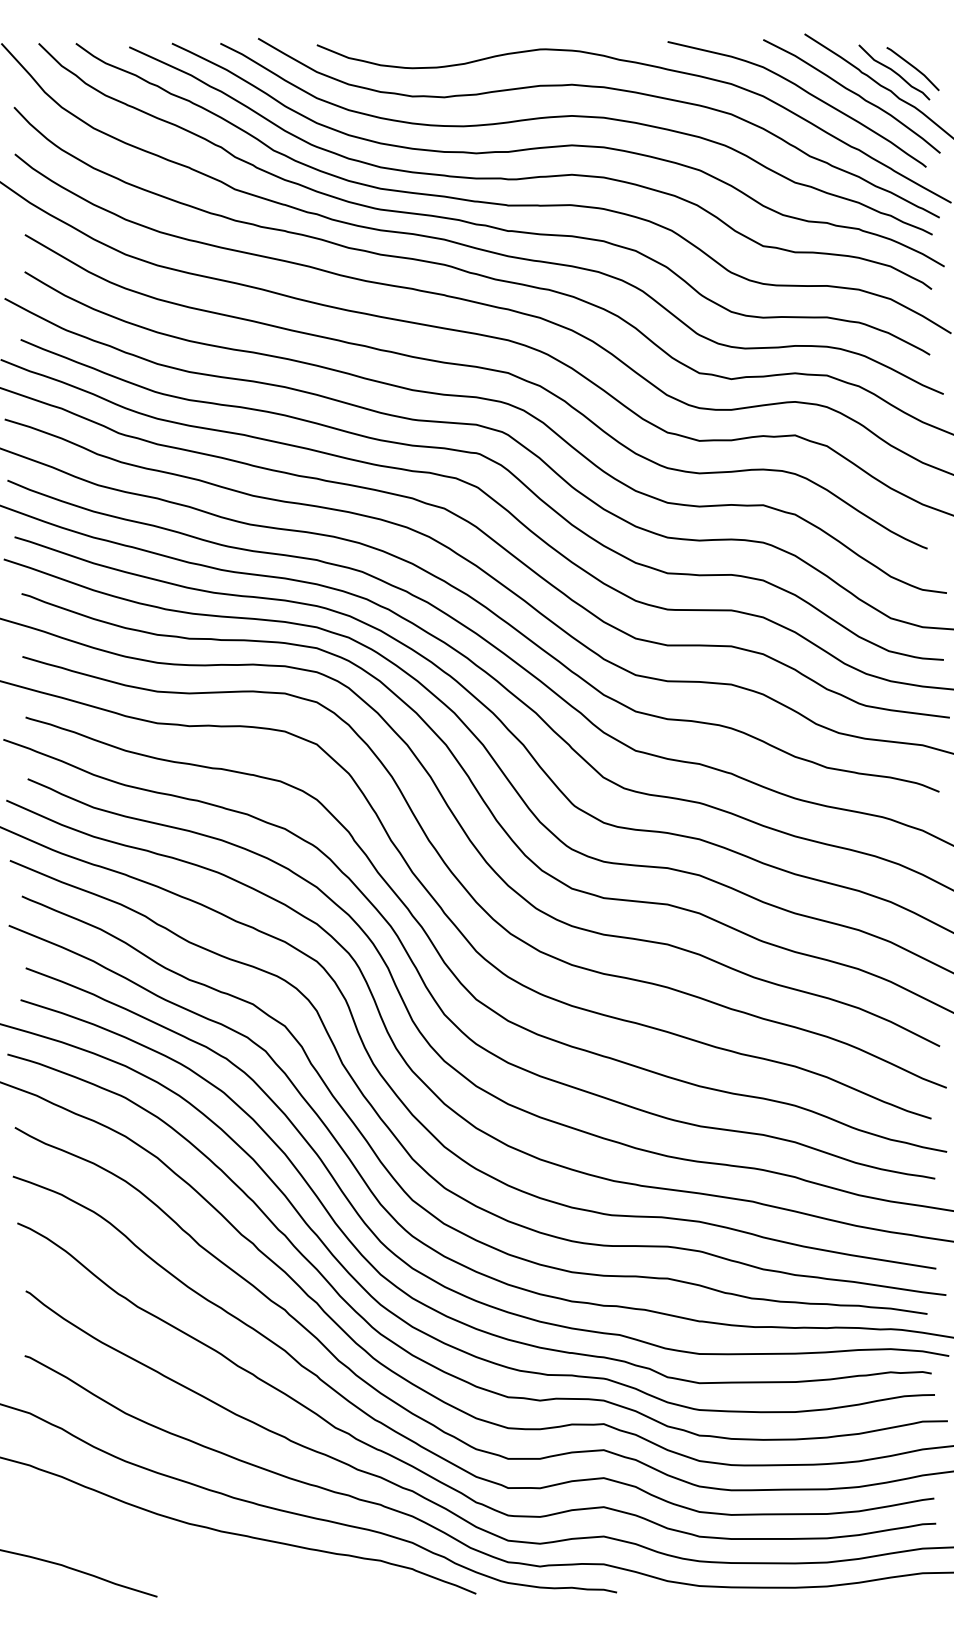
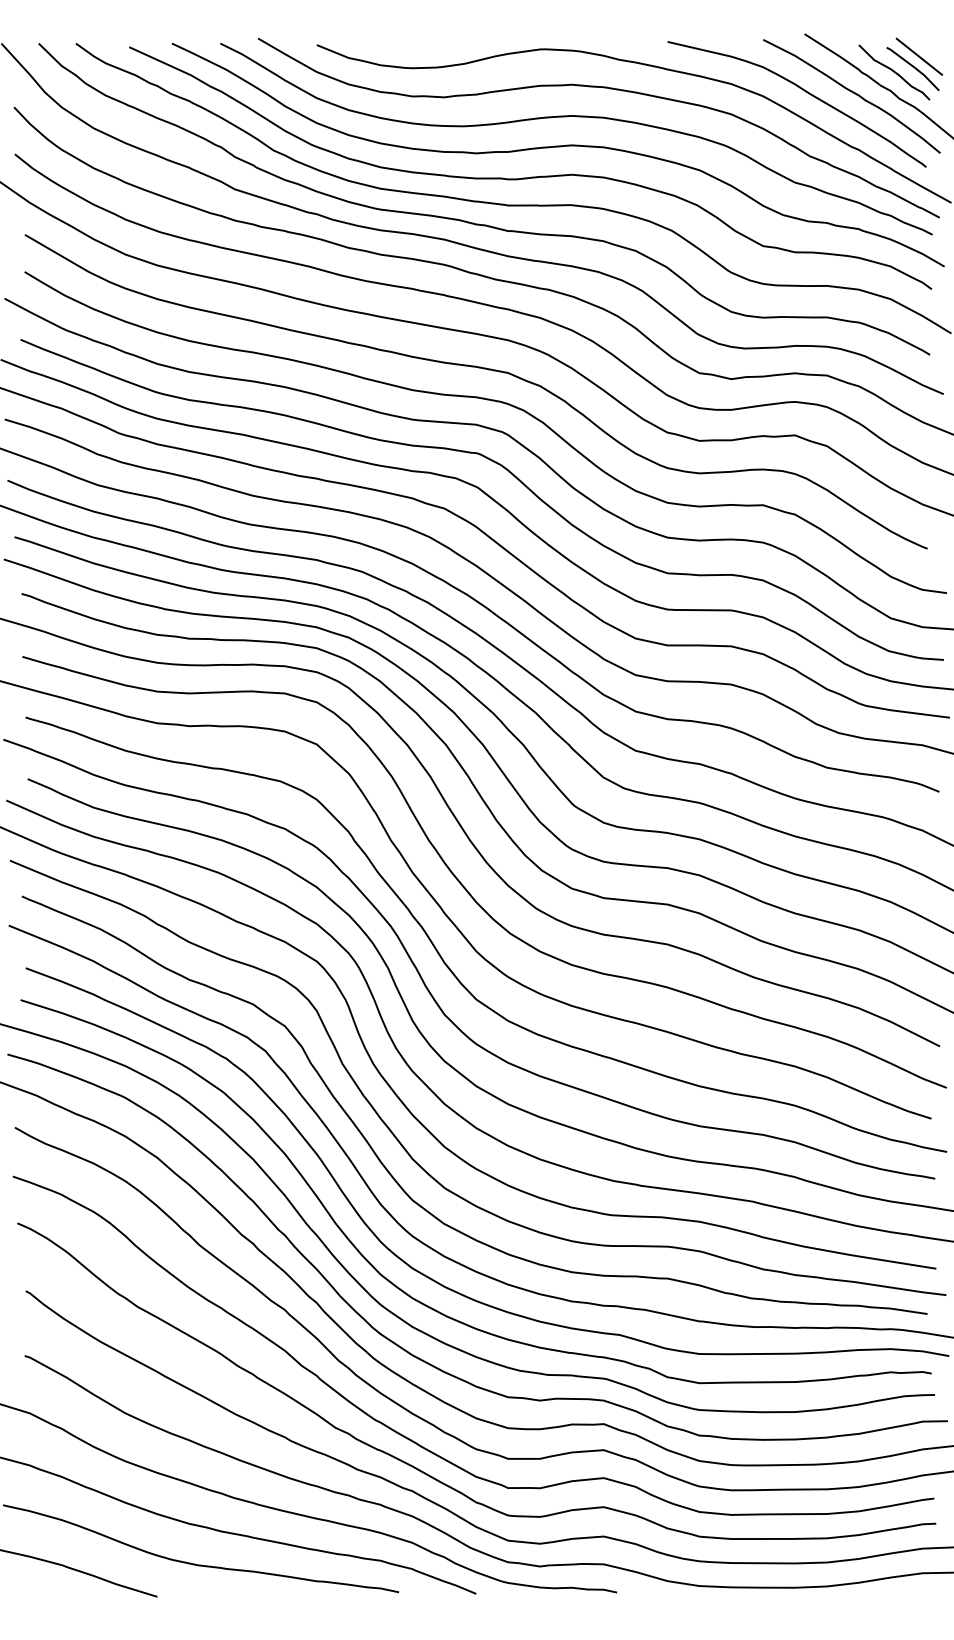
line at (919, 56): none -> present
curve at (195, 1563): none -> present
